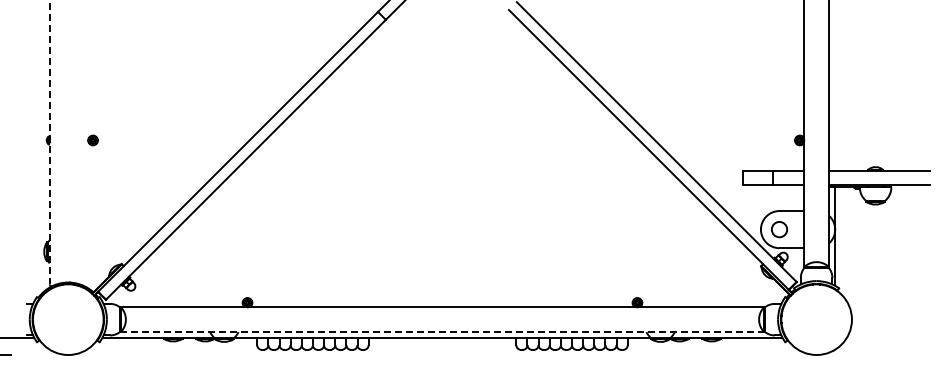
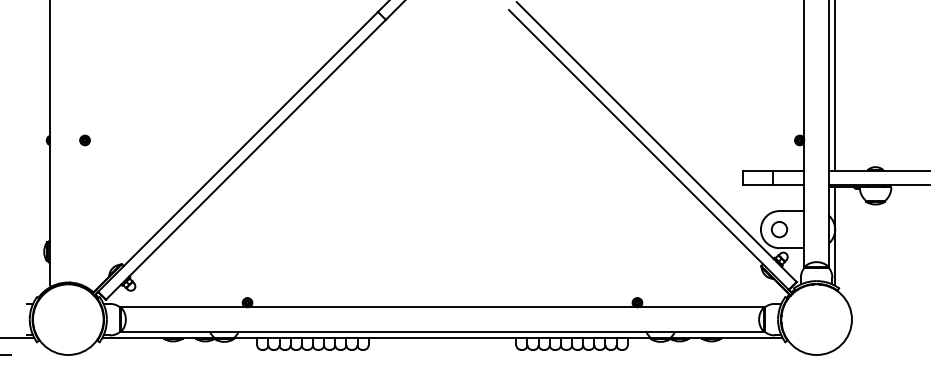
line at (835, 86): none -> present
part at (92, 140) position: (92, 140) -> (84, 140)
line at (49, 142): dashed -> solid
line at (442, 332): dashed -> solid
